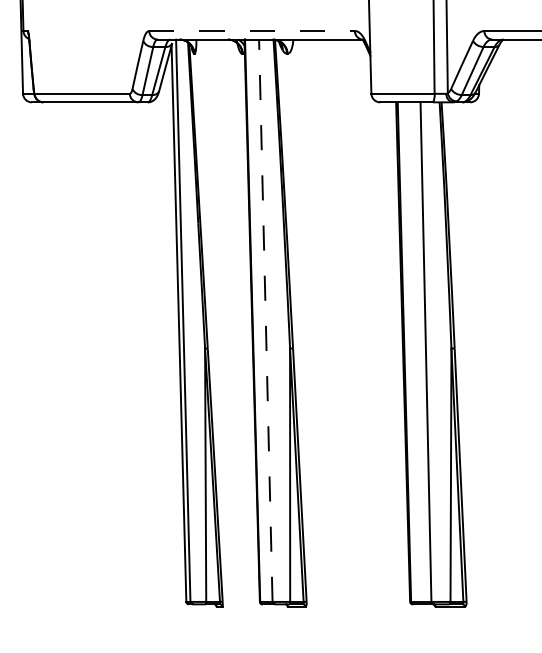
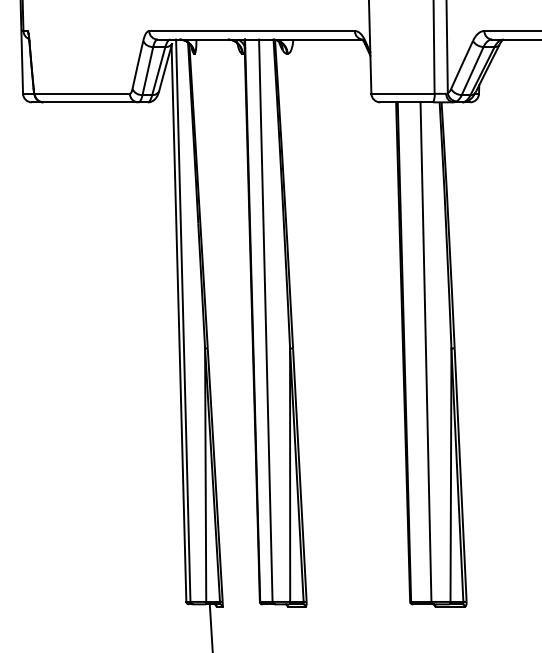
line at (252, 31): dashed -> solid
line at (265, 320): dashed -> solid
line at (210, 626): none -> present
